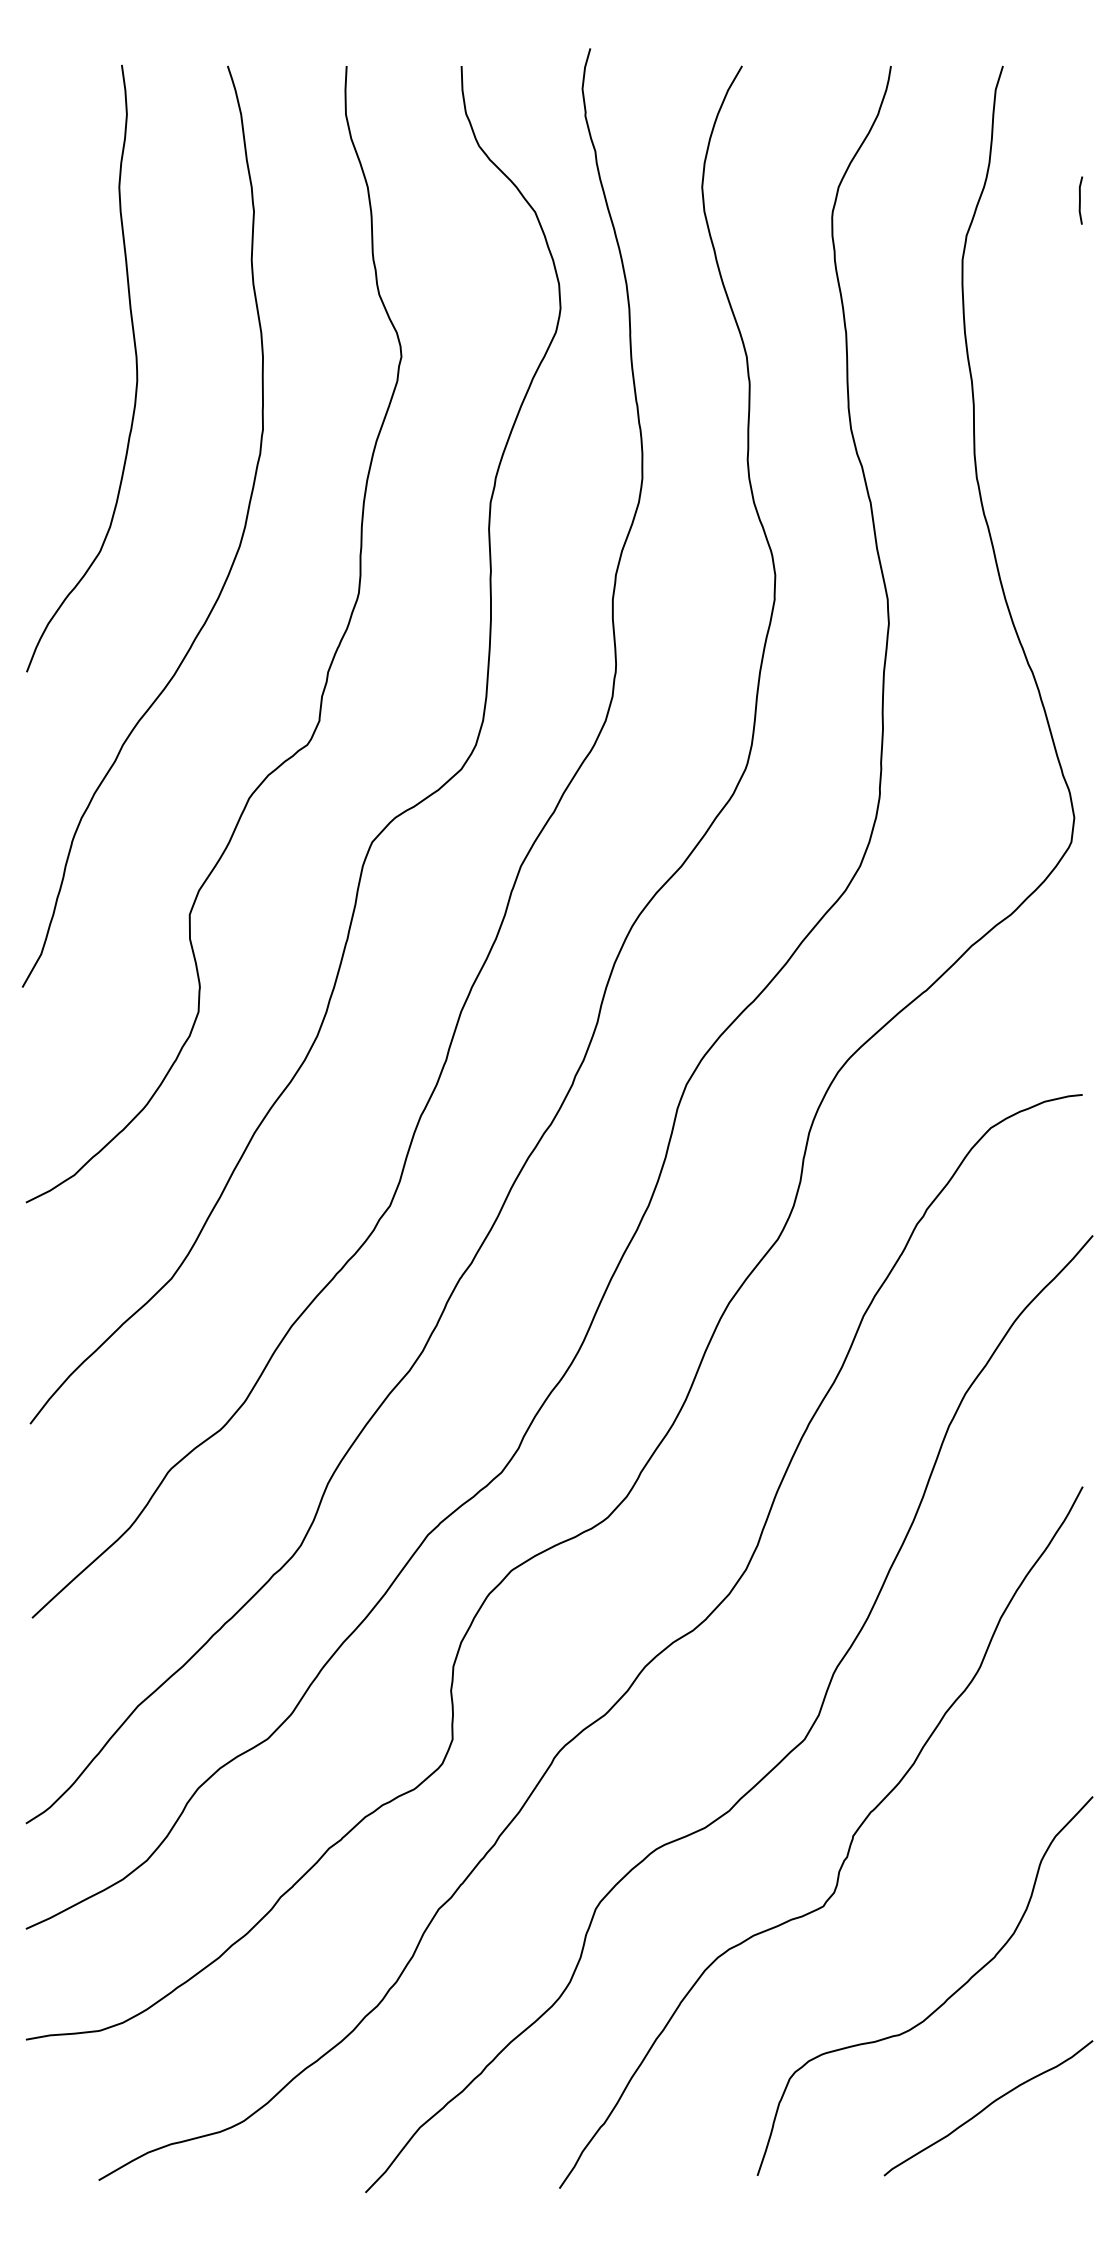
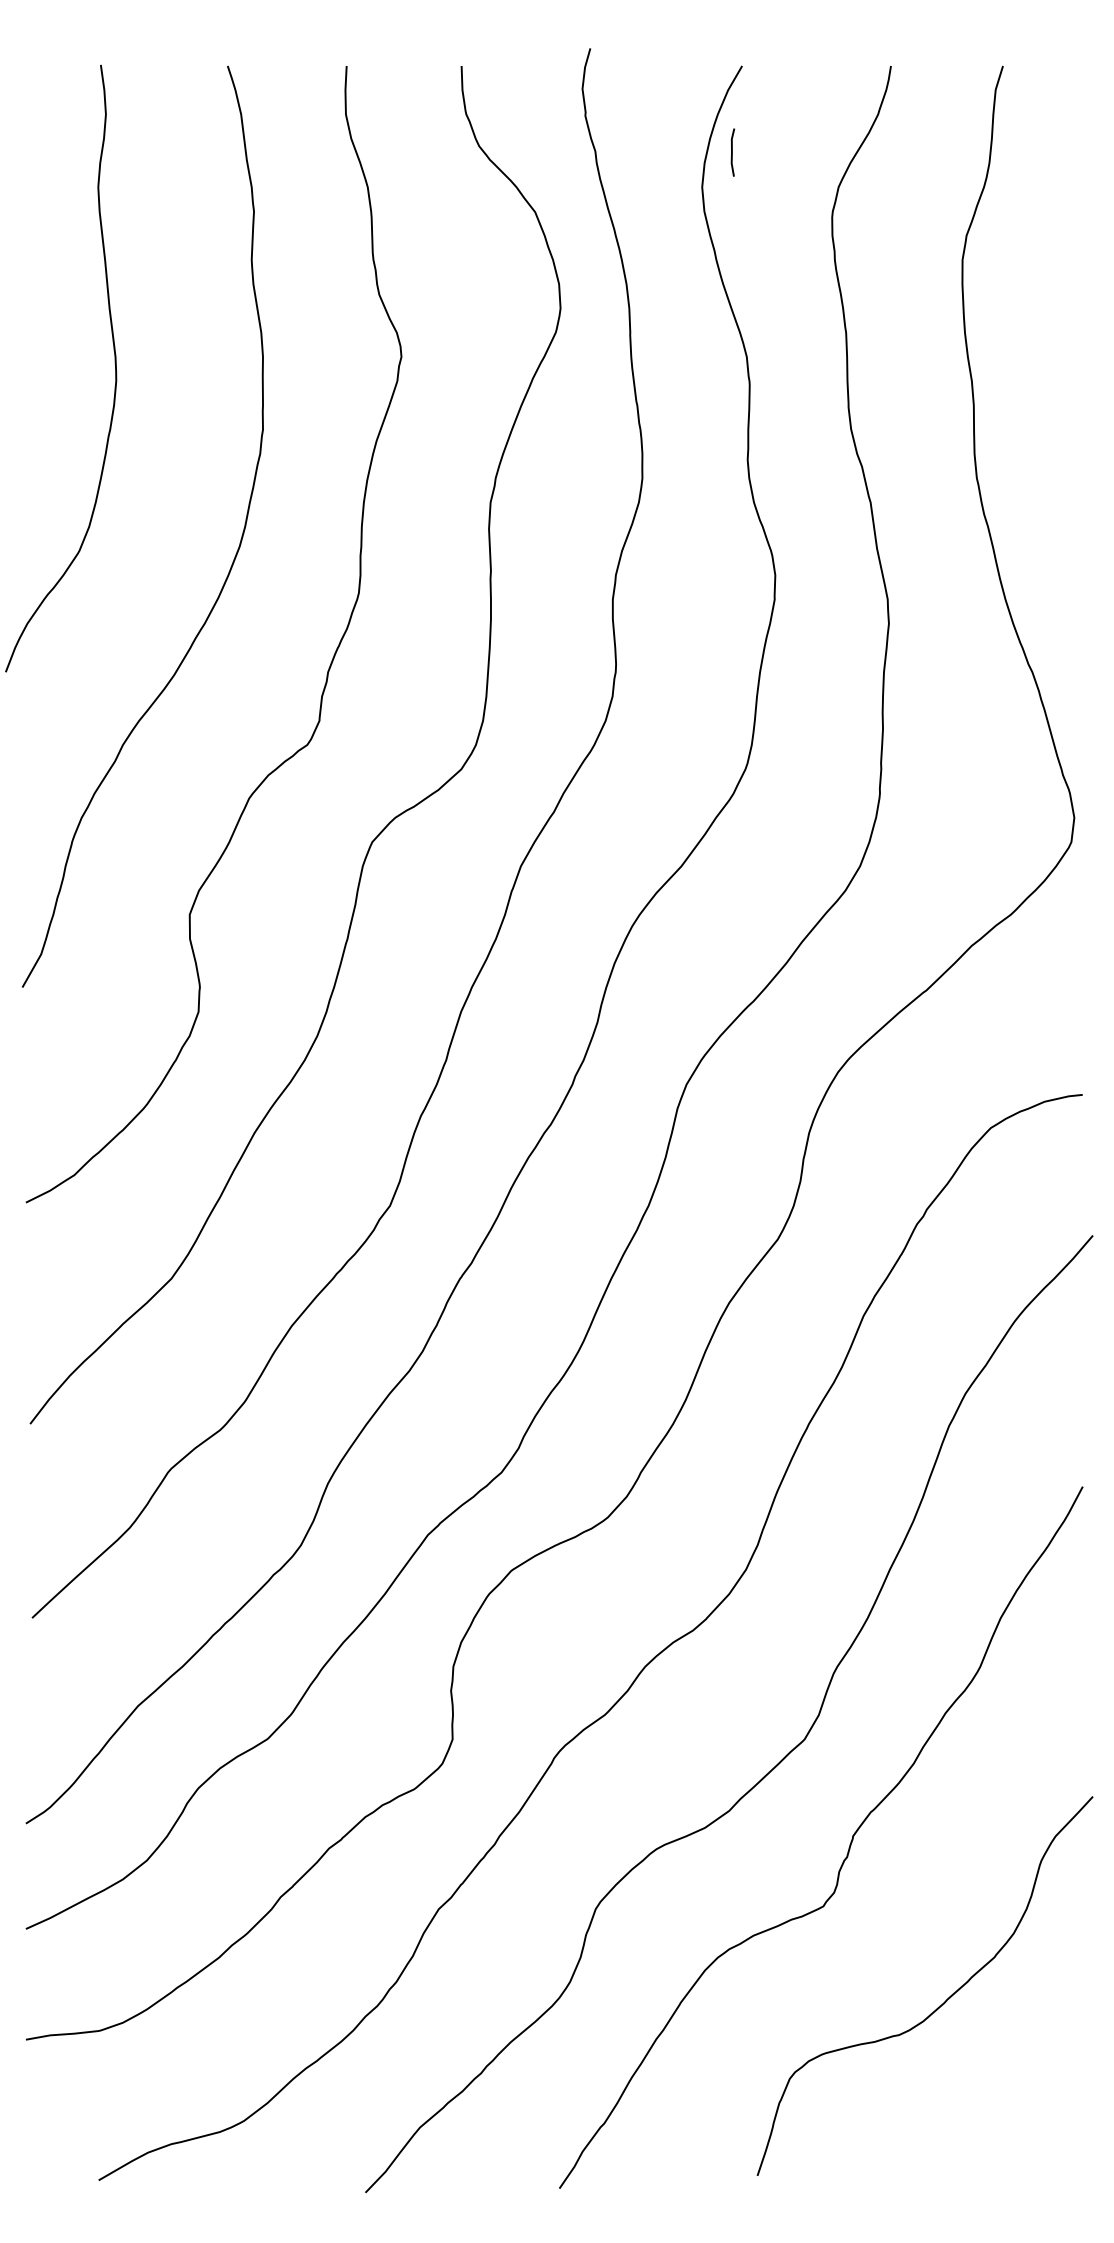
line at (1080, 200) position: (1080, 200) -> (732, 152)
curve at (135, 363) position: (135, 363) -> (114, 363)
curve at (988, 2107): present -> none
